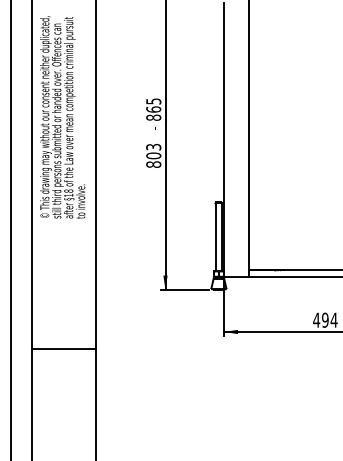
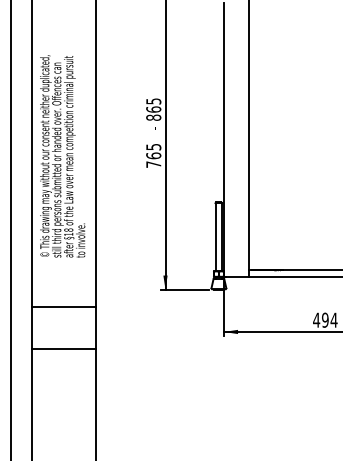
text at (62, 117) position: (62, 117) -> (62, 156)
text at (153, 155): 803 -> 765
line at (63, 306): none -> present
